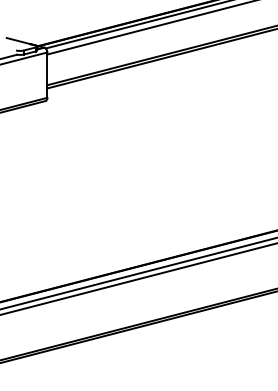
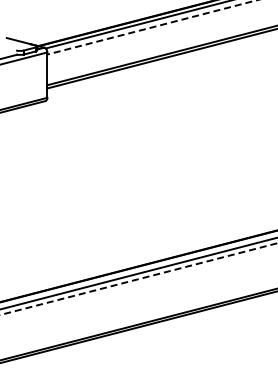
line at (151, 27): solid -> dashed
line at (138, 279): solid -> dashed
